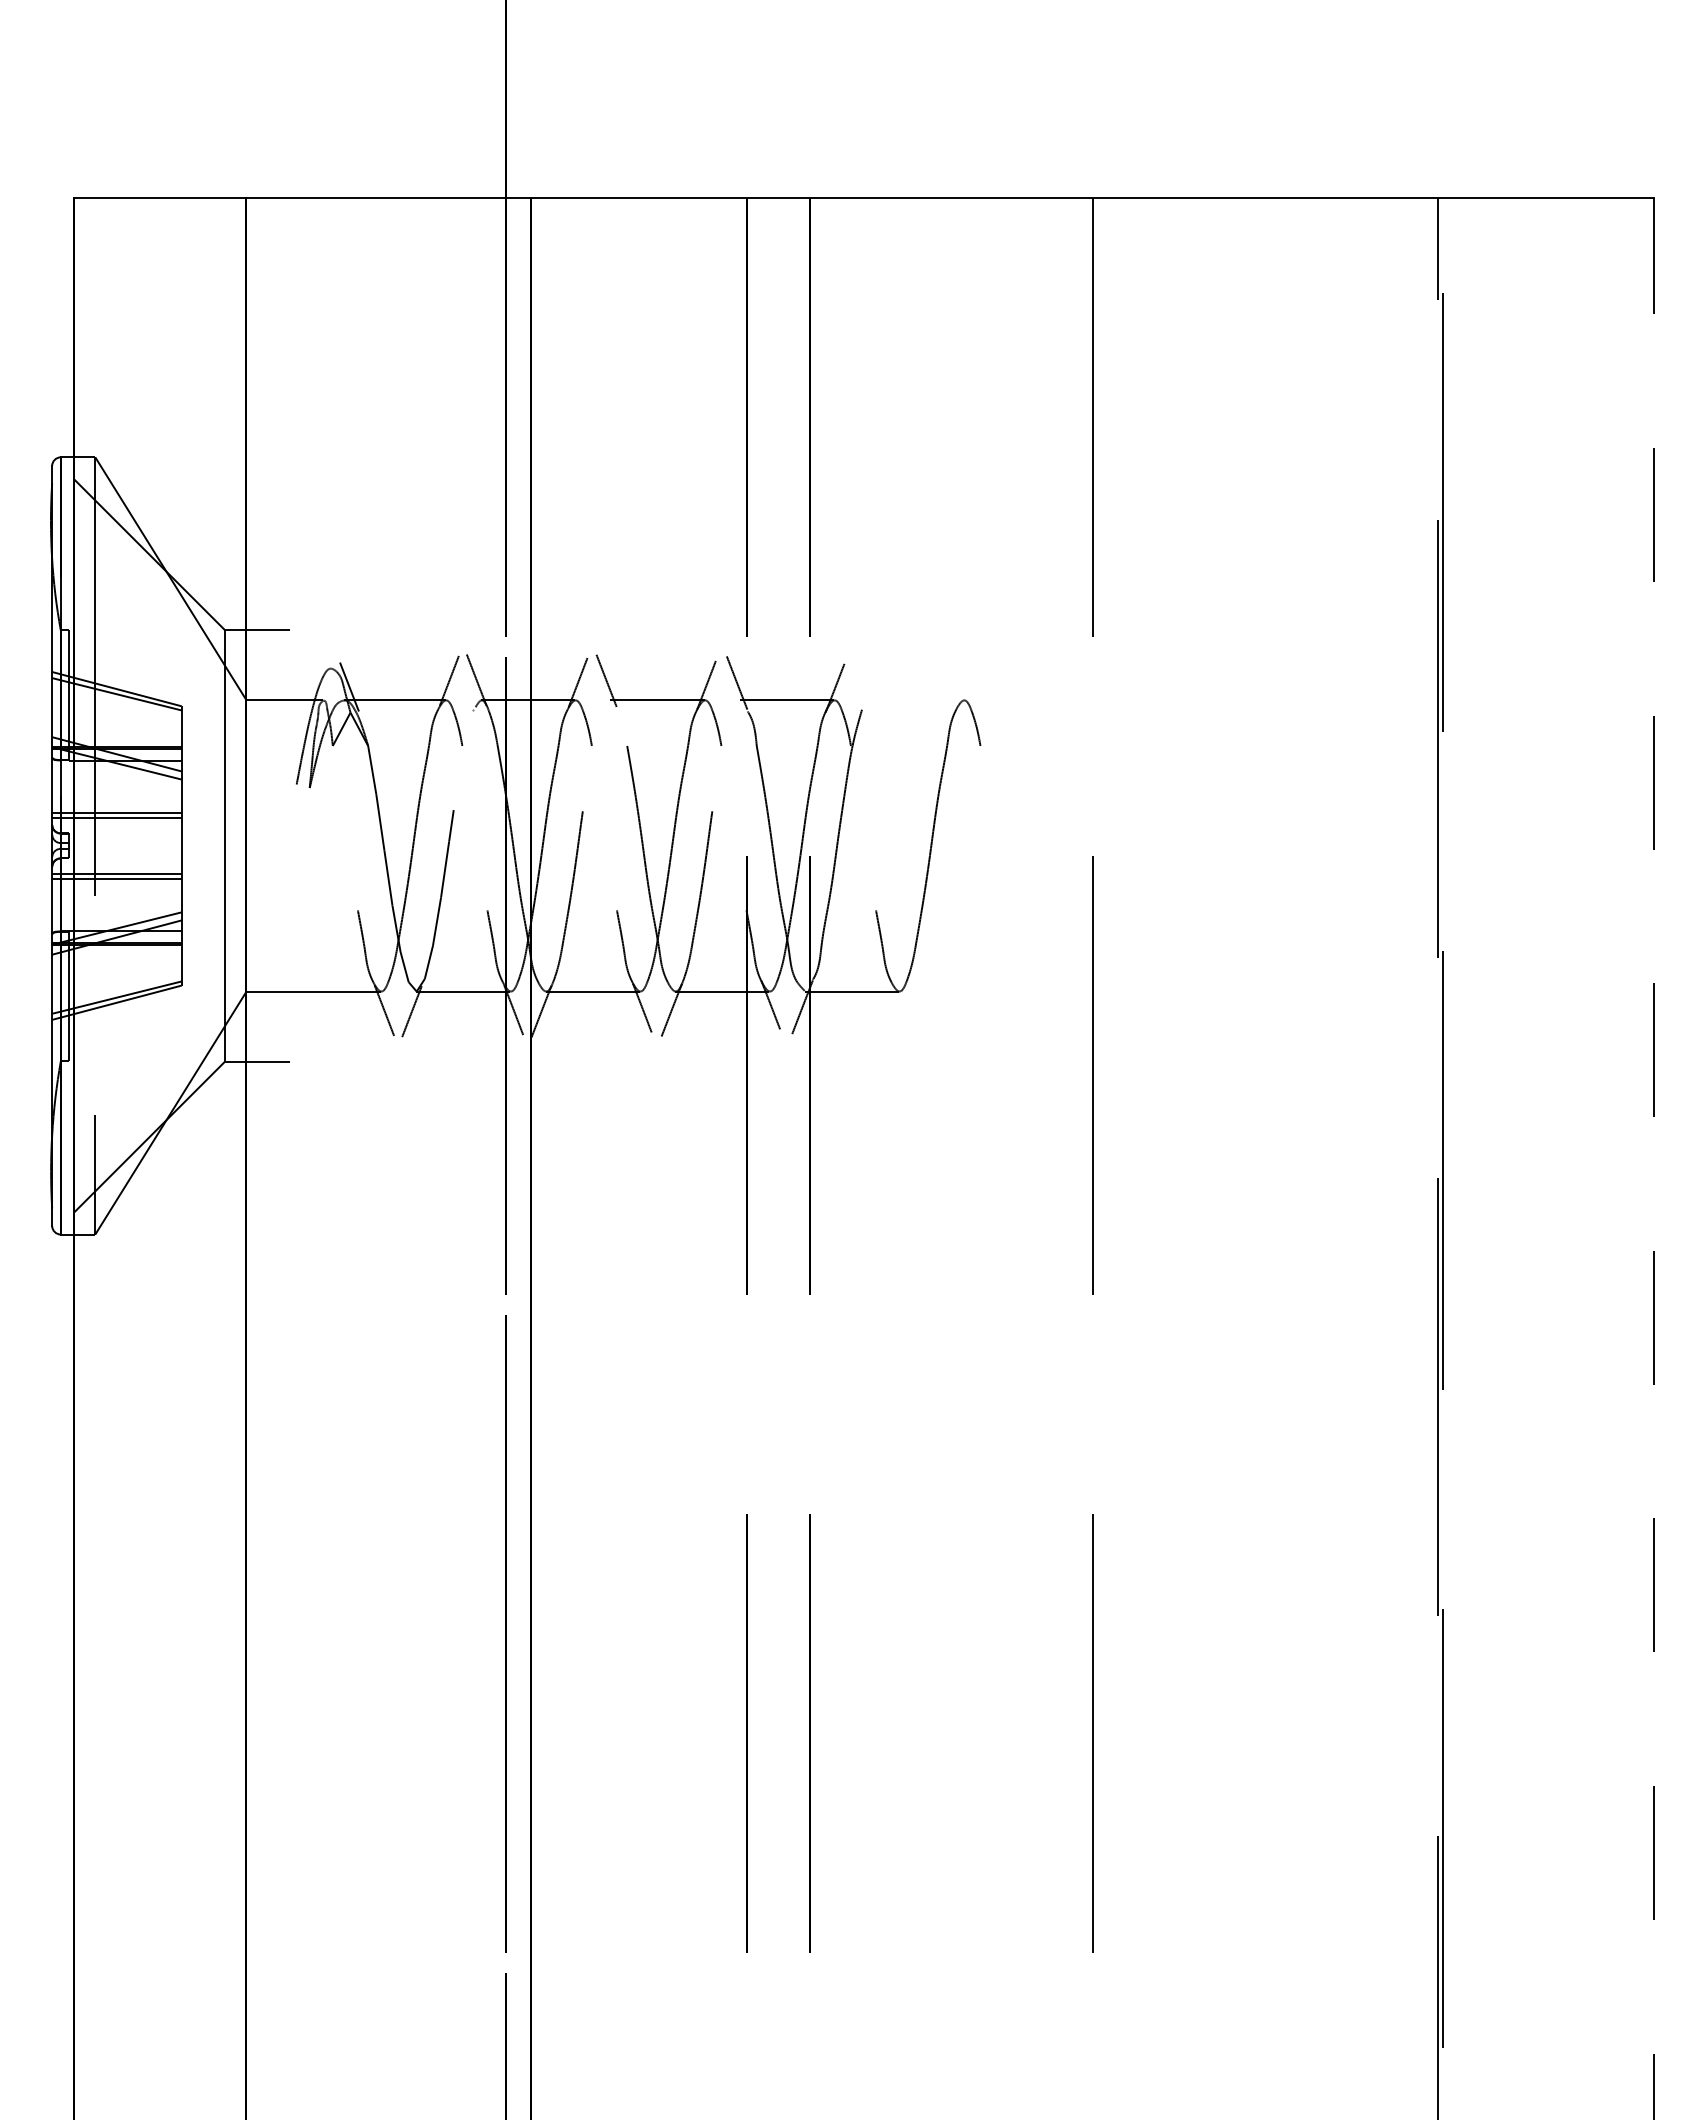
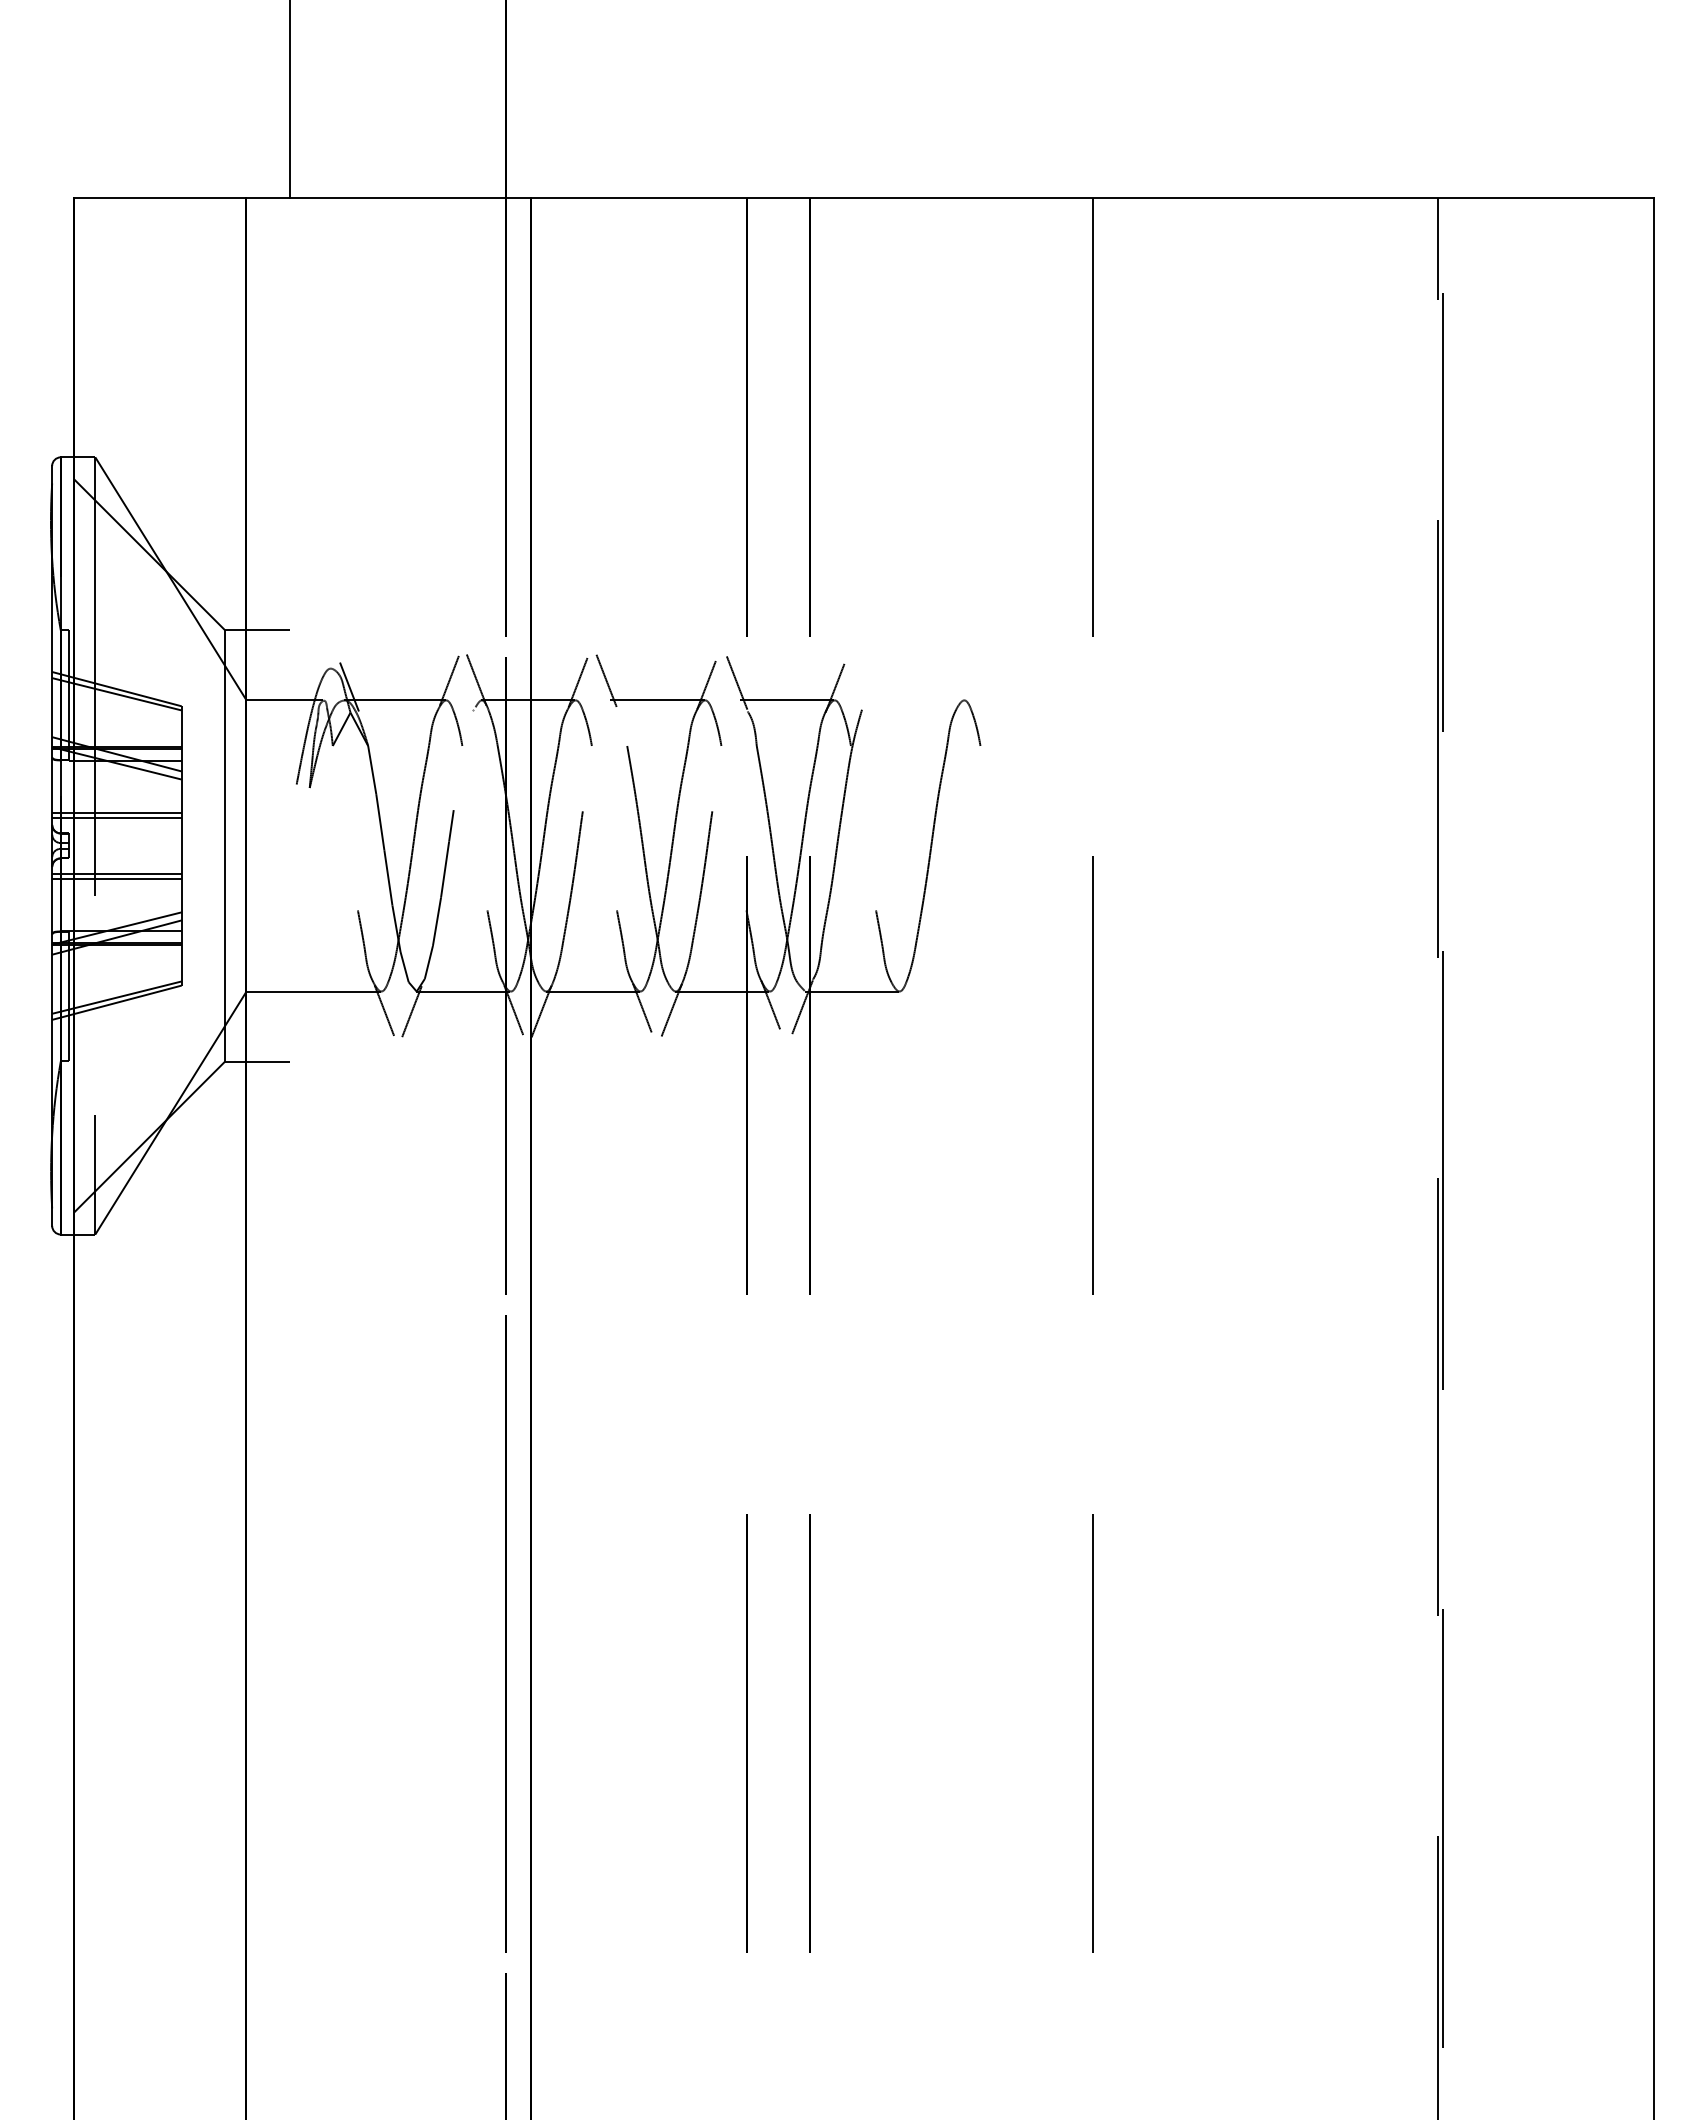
line at (289, 100): none -> present
line at (1654, 1158): dashed -> solid
